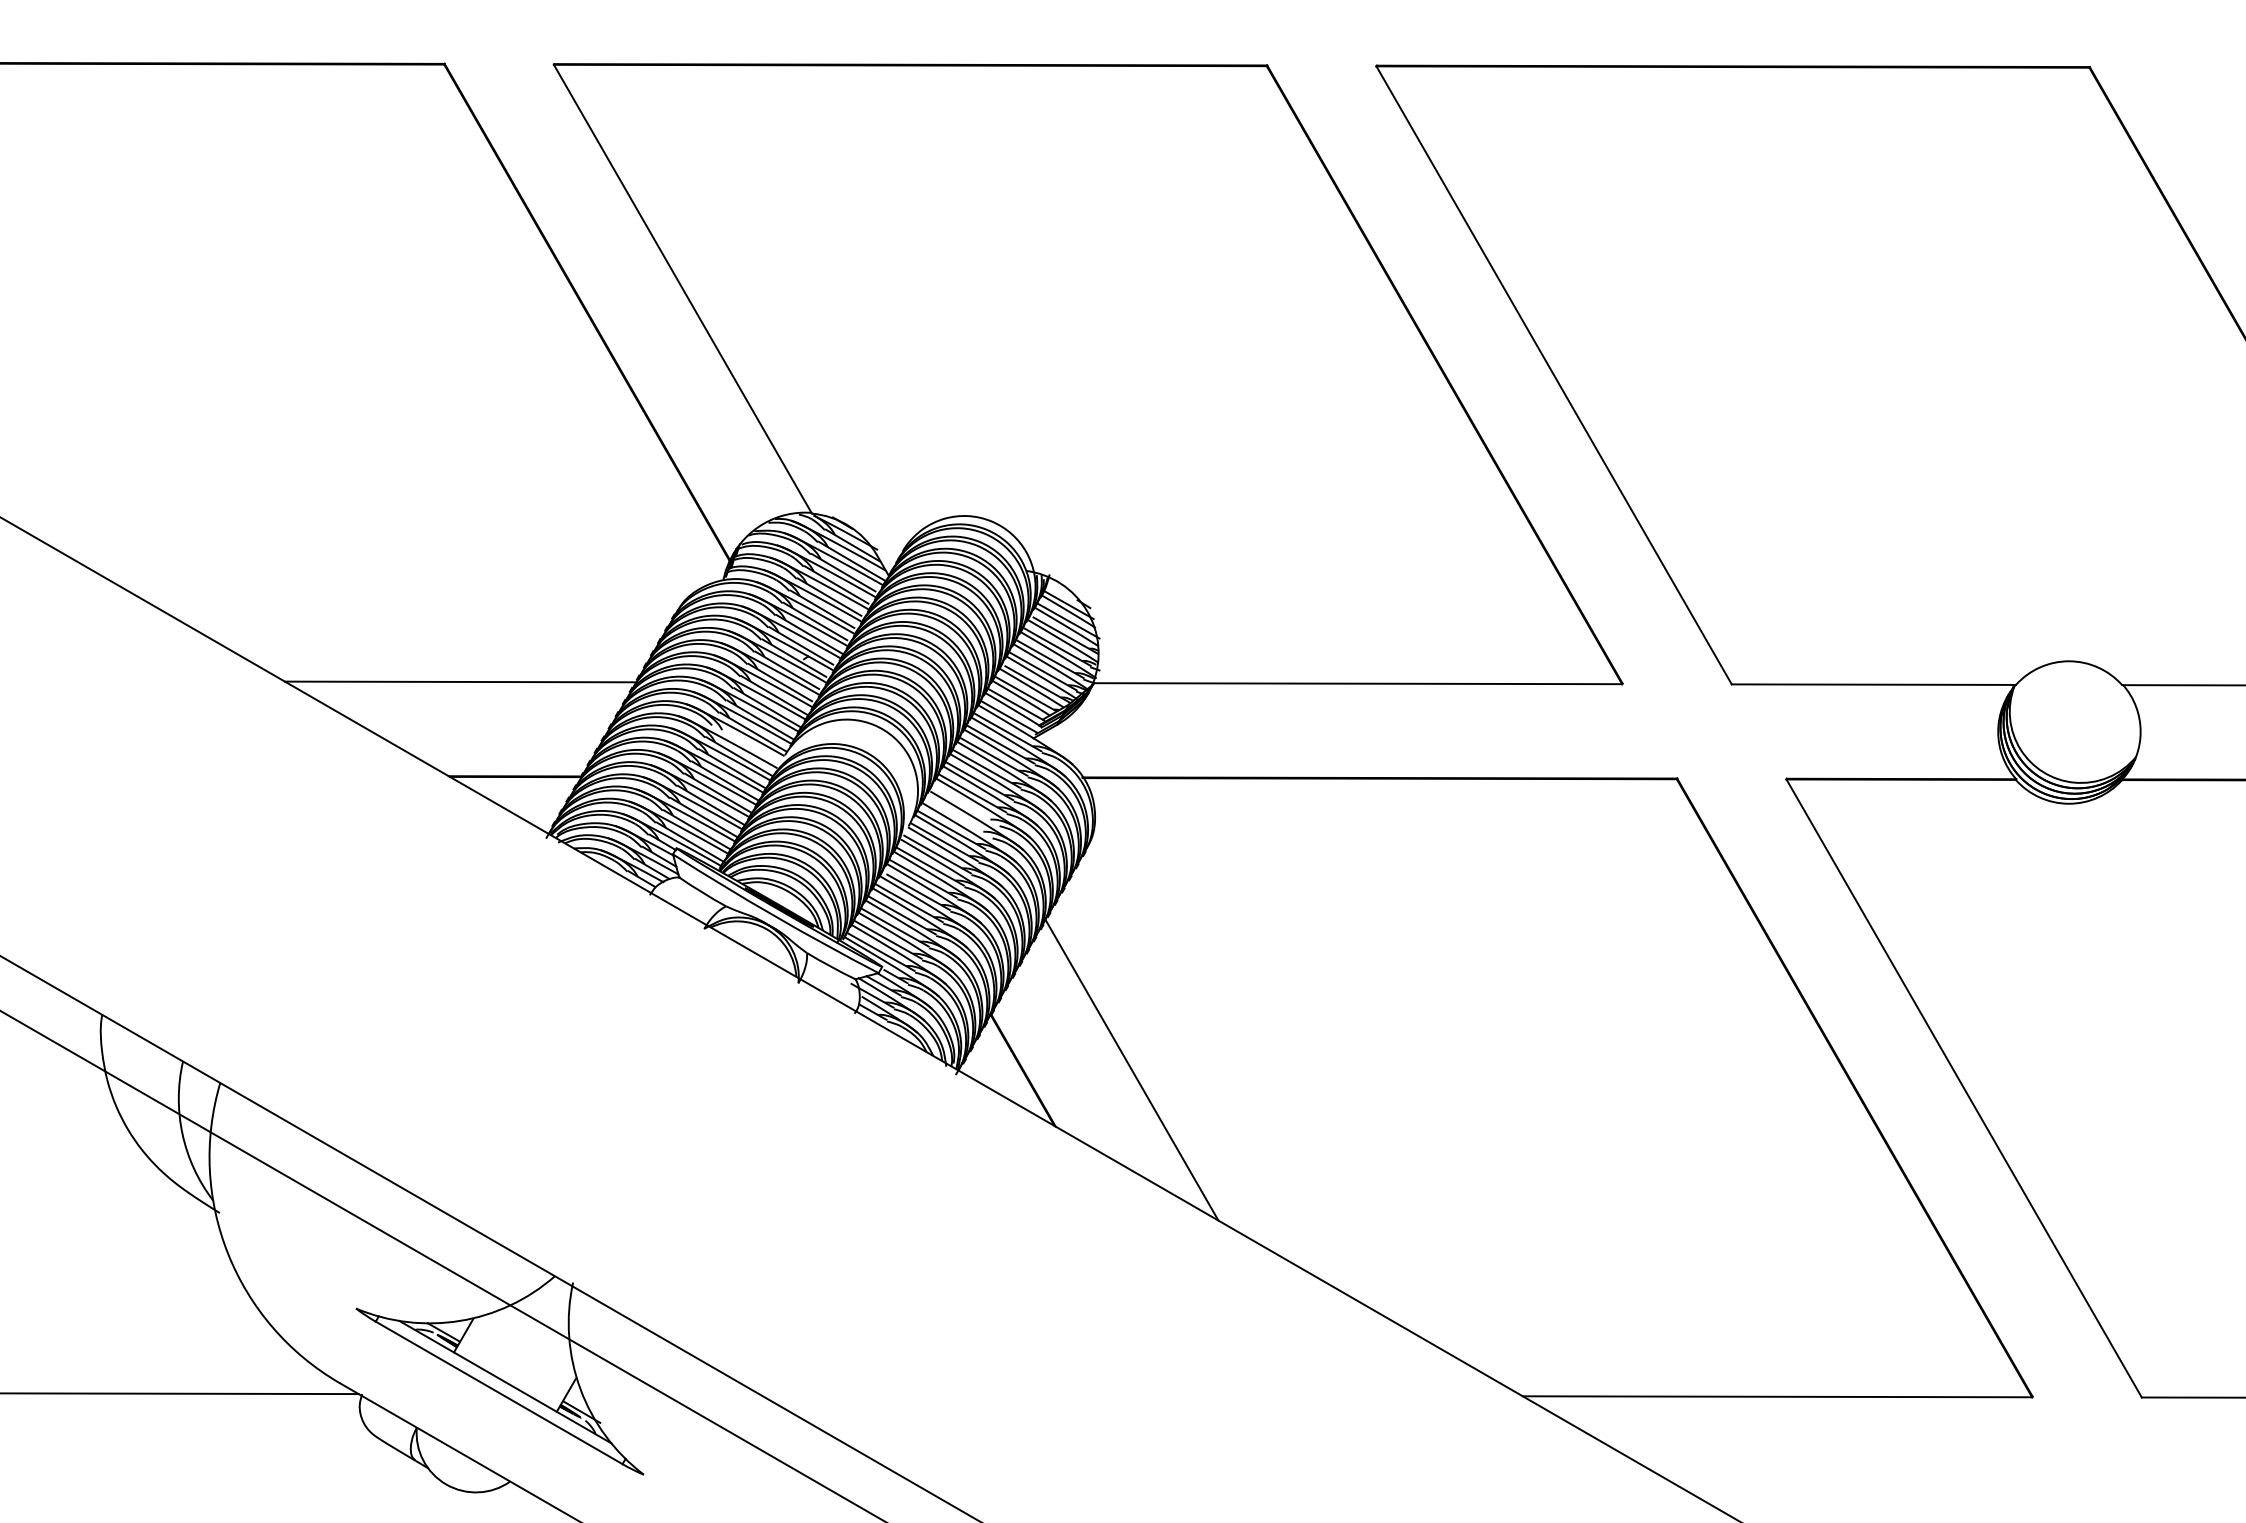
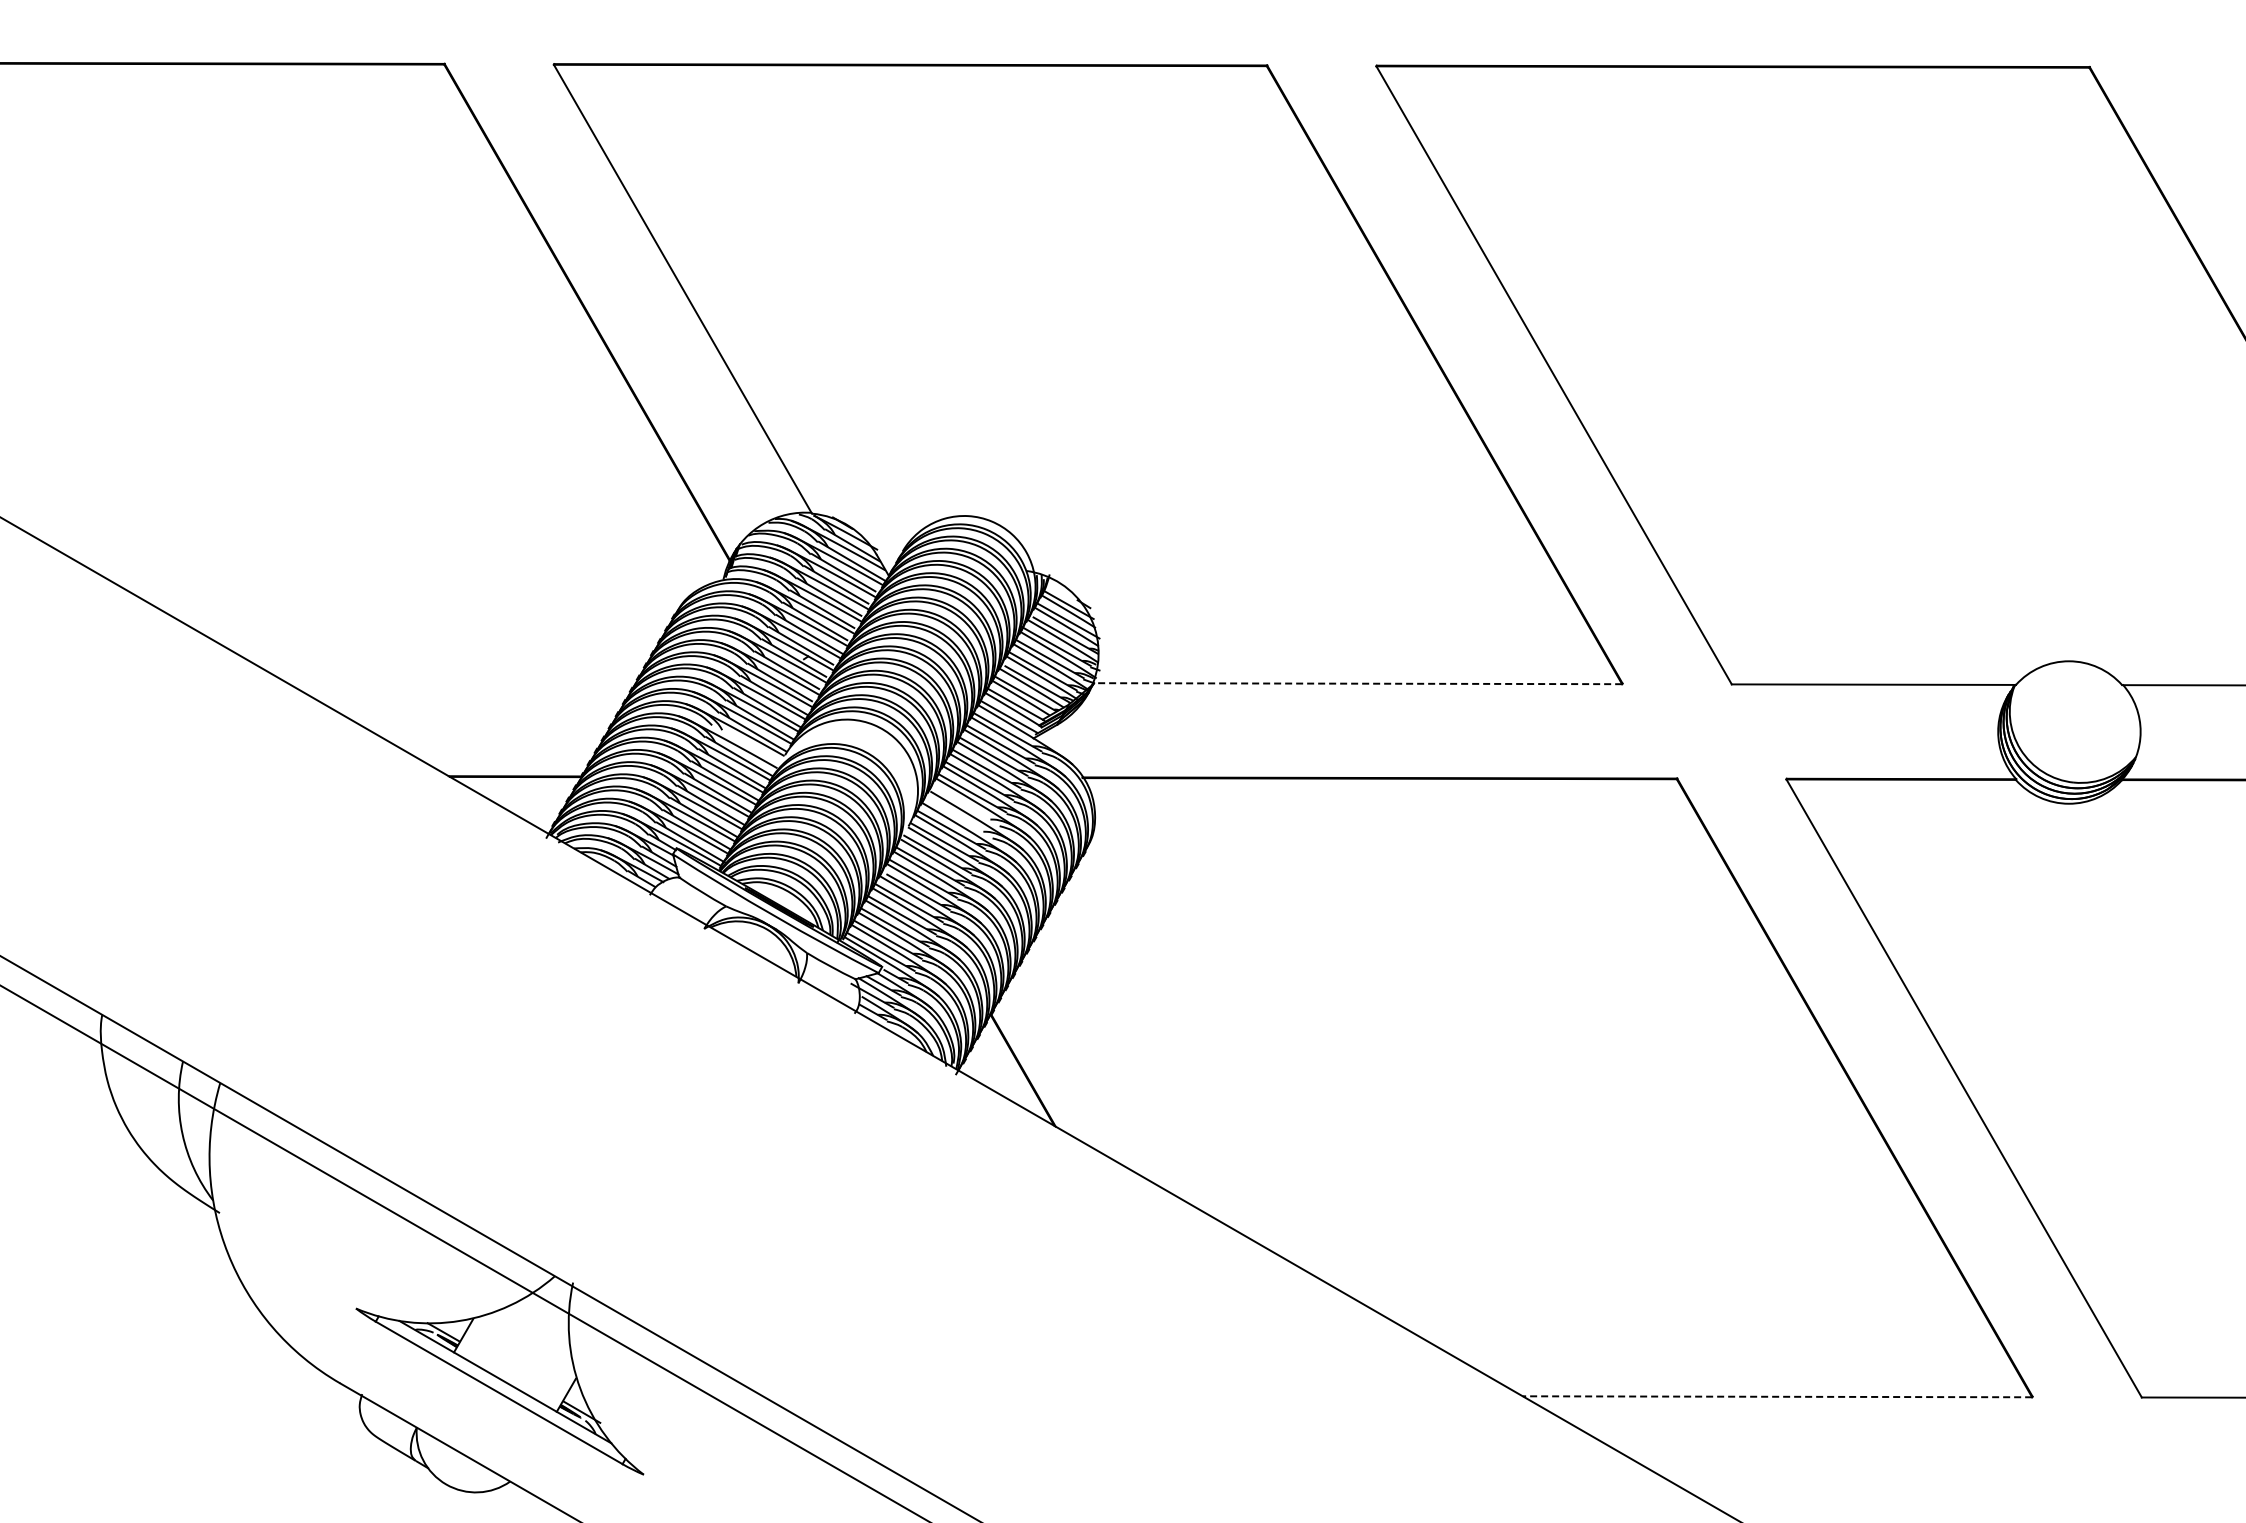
line at (460, 681): present -> none
line at (1357, 683): solid -> dashed
line at (1131, 1069): present -> none
line at (441, 1265) position: (441, 1265) -> (463, 1252)
line at (180, 1393): present -> none
line at (1777, 1396): solid -> dashed
